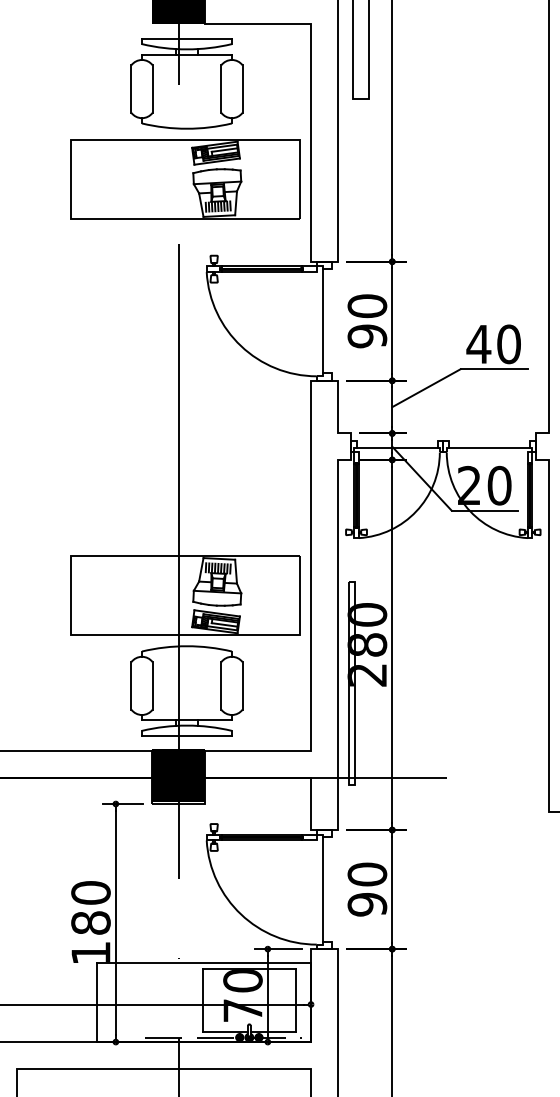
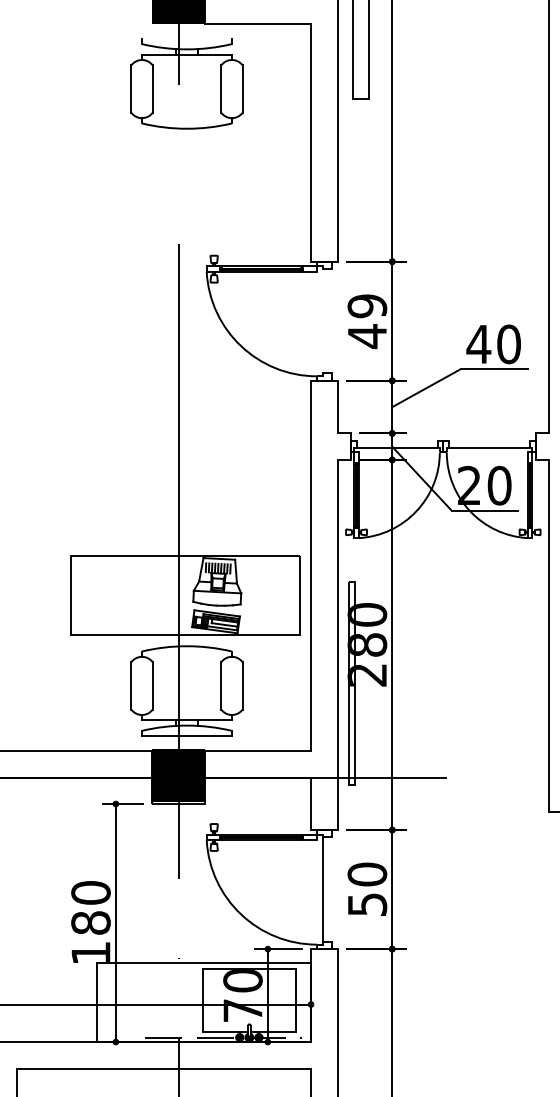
line at (186, 38): present -> none
part at (185, 179): present -> none
line at (322, 321): present -> none
text at (367, 321): 90 -> 49
text at (367, 904): 90 -> 50
